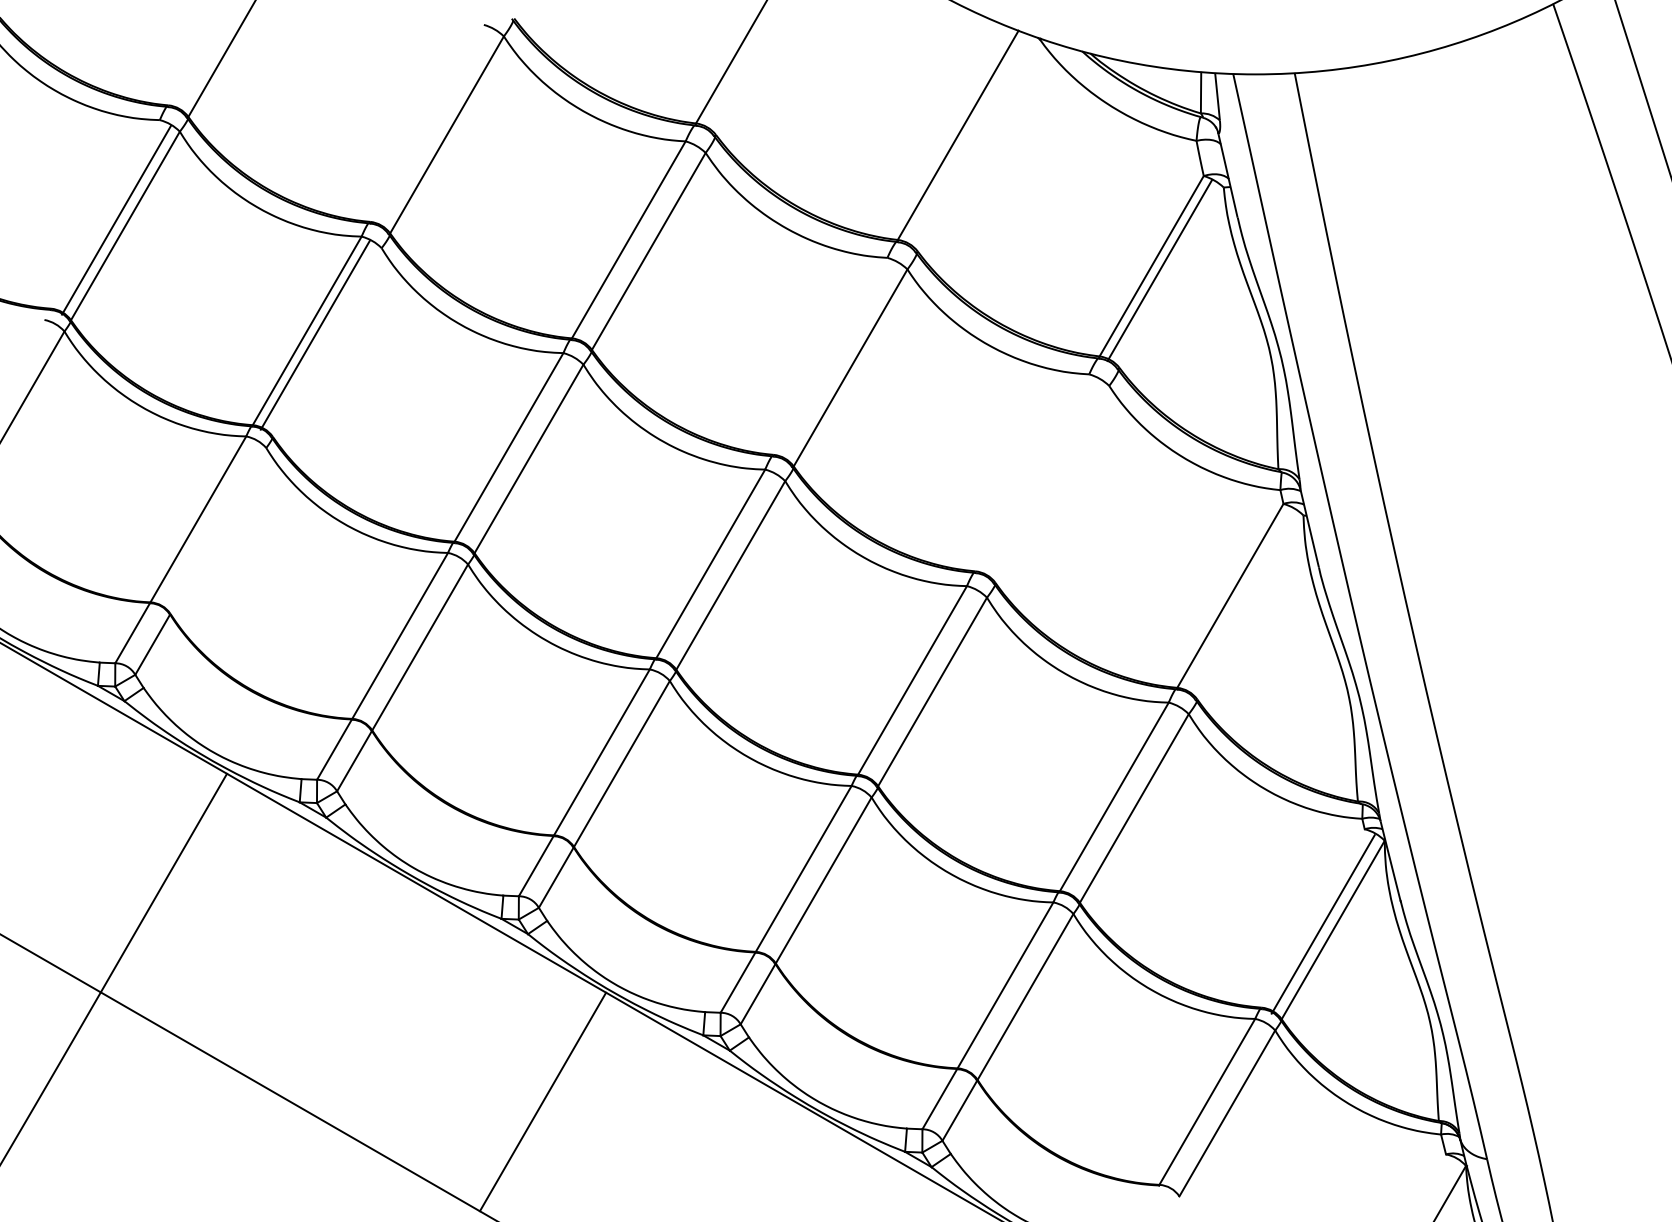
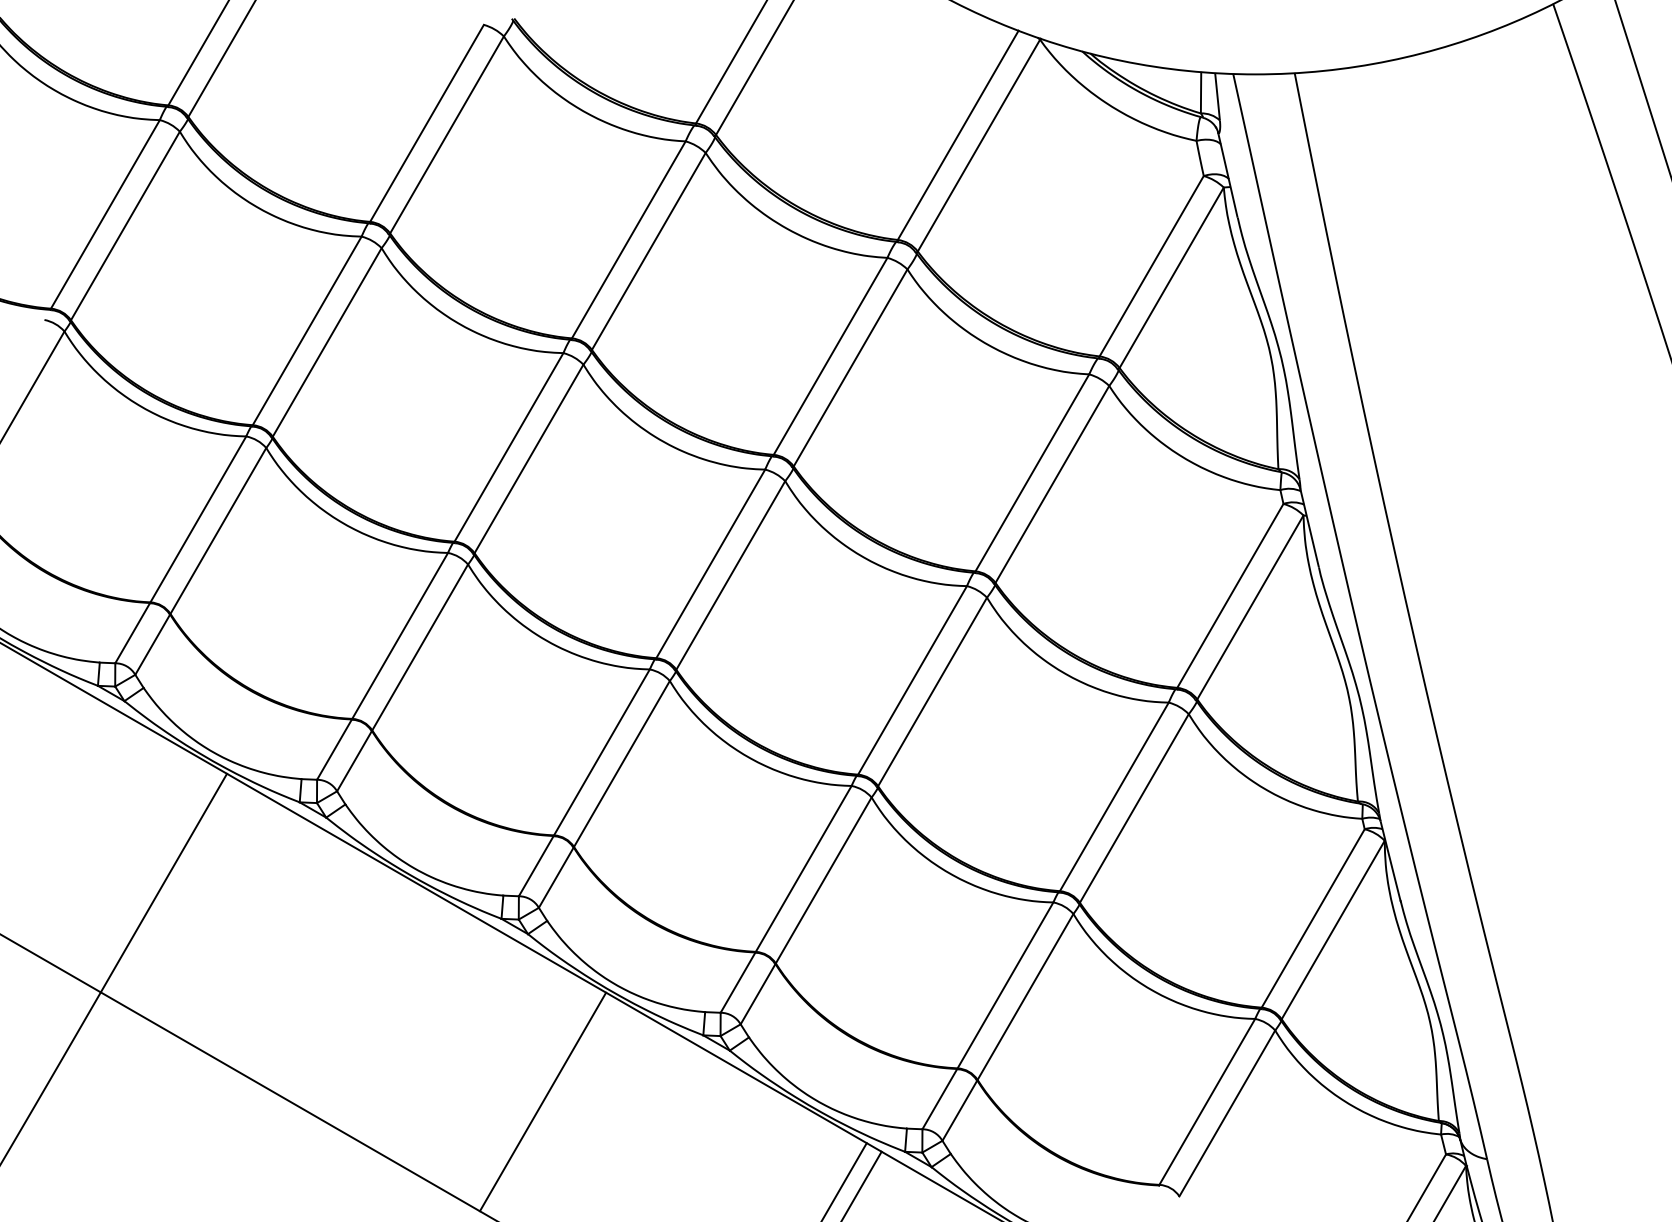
line at (197, 53): none -> present
line at (754, 68): none -> present
line at (426, 122): none -> present
line at (978, 145): none -> present
line at (115, 220) position: (115, 220) -> (104, 214)
line at (1159, 270) position: (1159, 270) -> (1171, 277)
line at (314, 335) position: (314, 335) -> (326, 342)
line at (830, 355): none -> present
line at (1032, 472): none -> present
line at (1052, 483): none -> present
line at (218, 530): none -> present
line at (1250, 607): none -> present
line at (1322, 924) position: (1322, 924) -> (1312, 918)
line at (844, 1180): none -> present
line at (862, 1184): none -> present
line at (1427, 1186): none -> present
